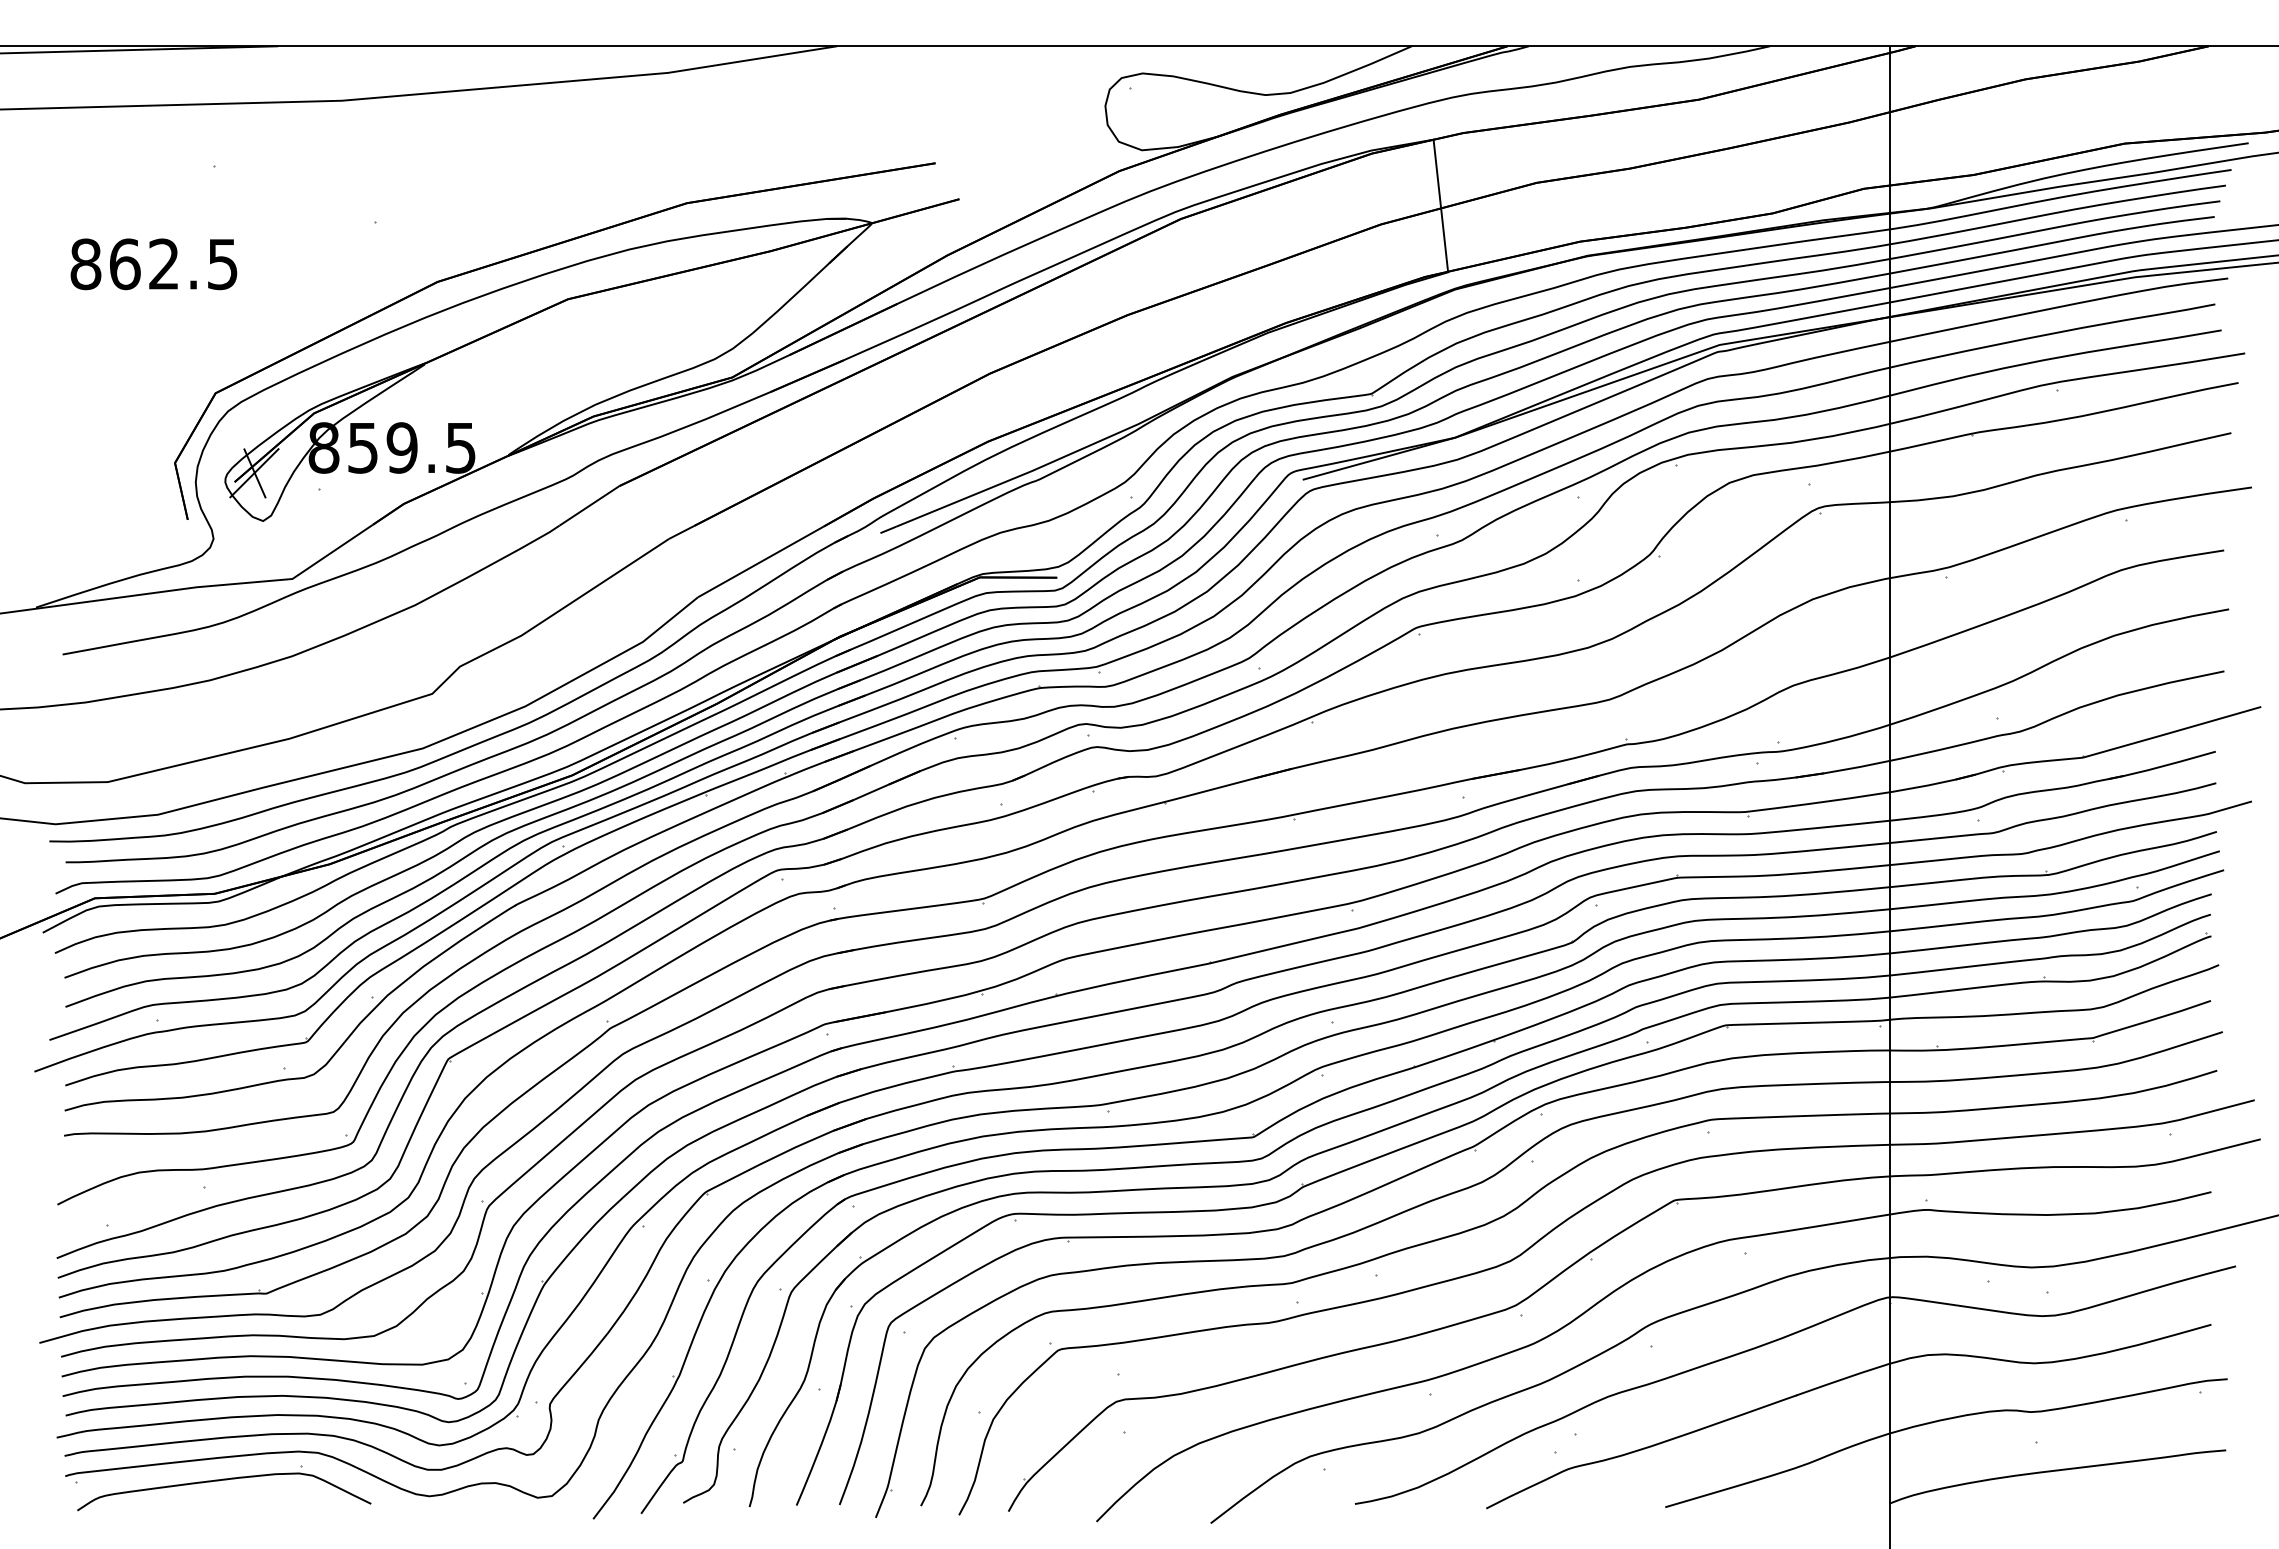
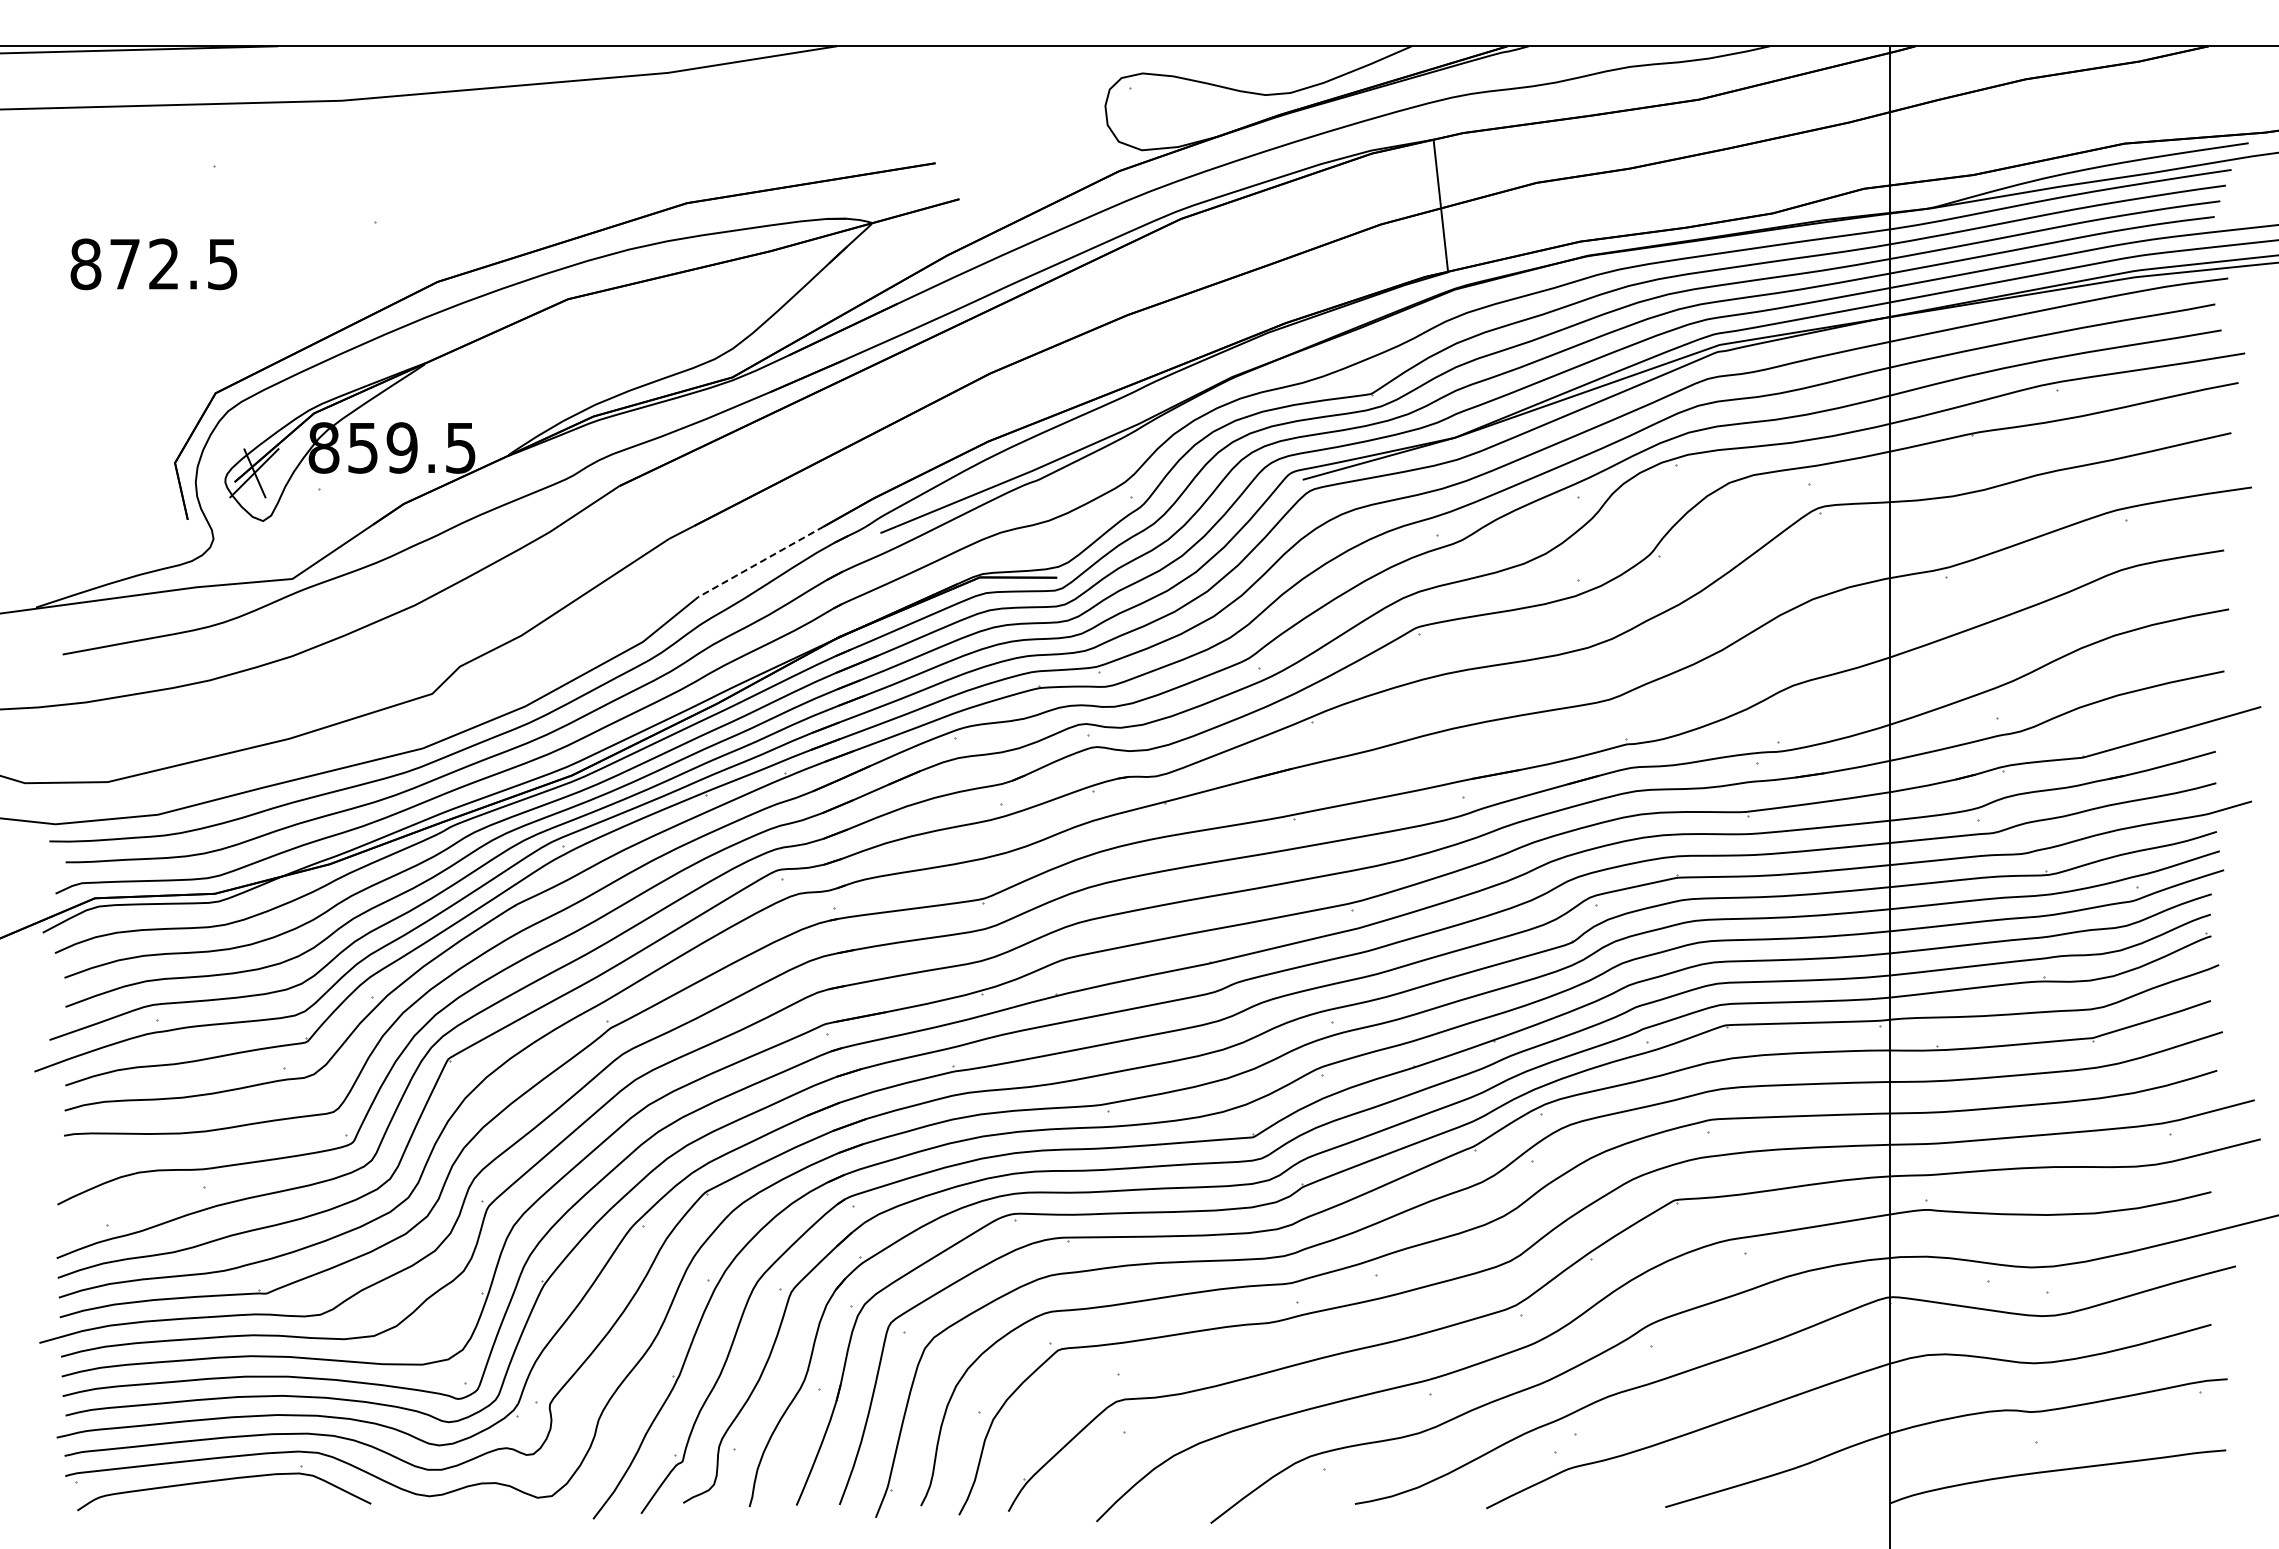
text at (125, 264): 862.5 -> 872.5
line at (760, 562): solid -> dashed
